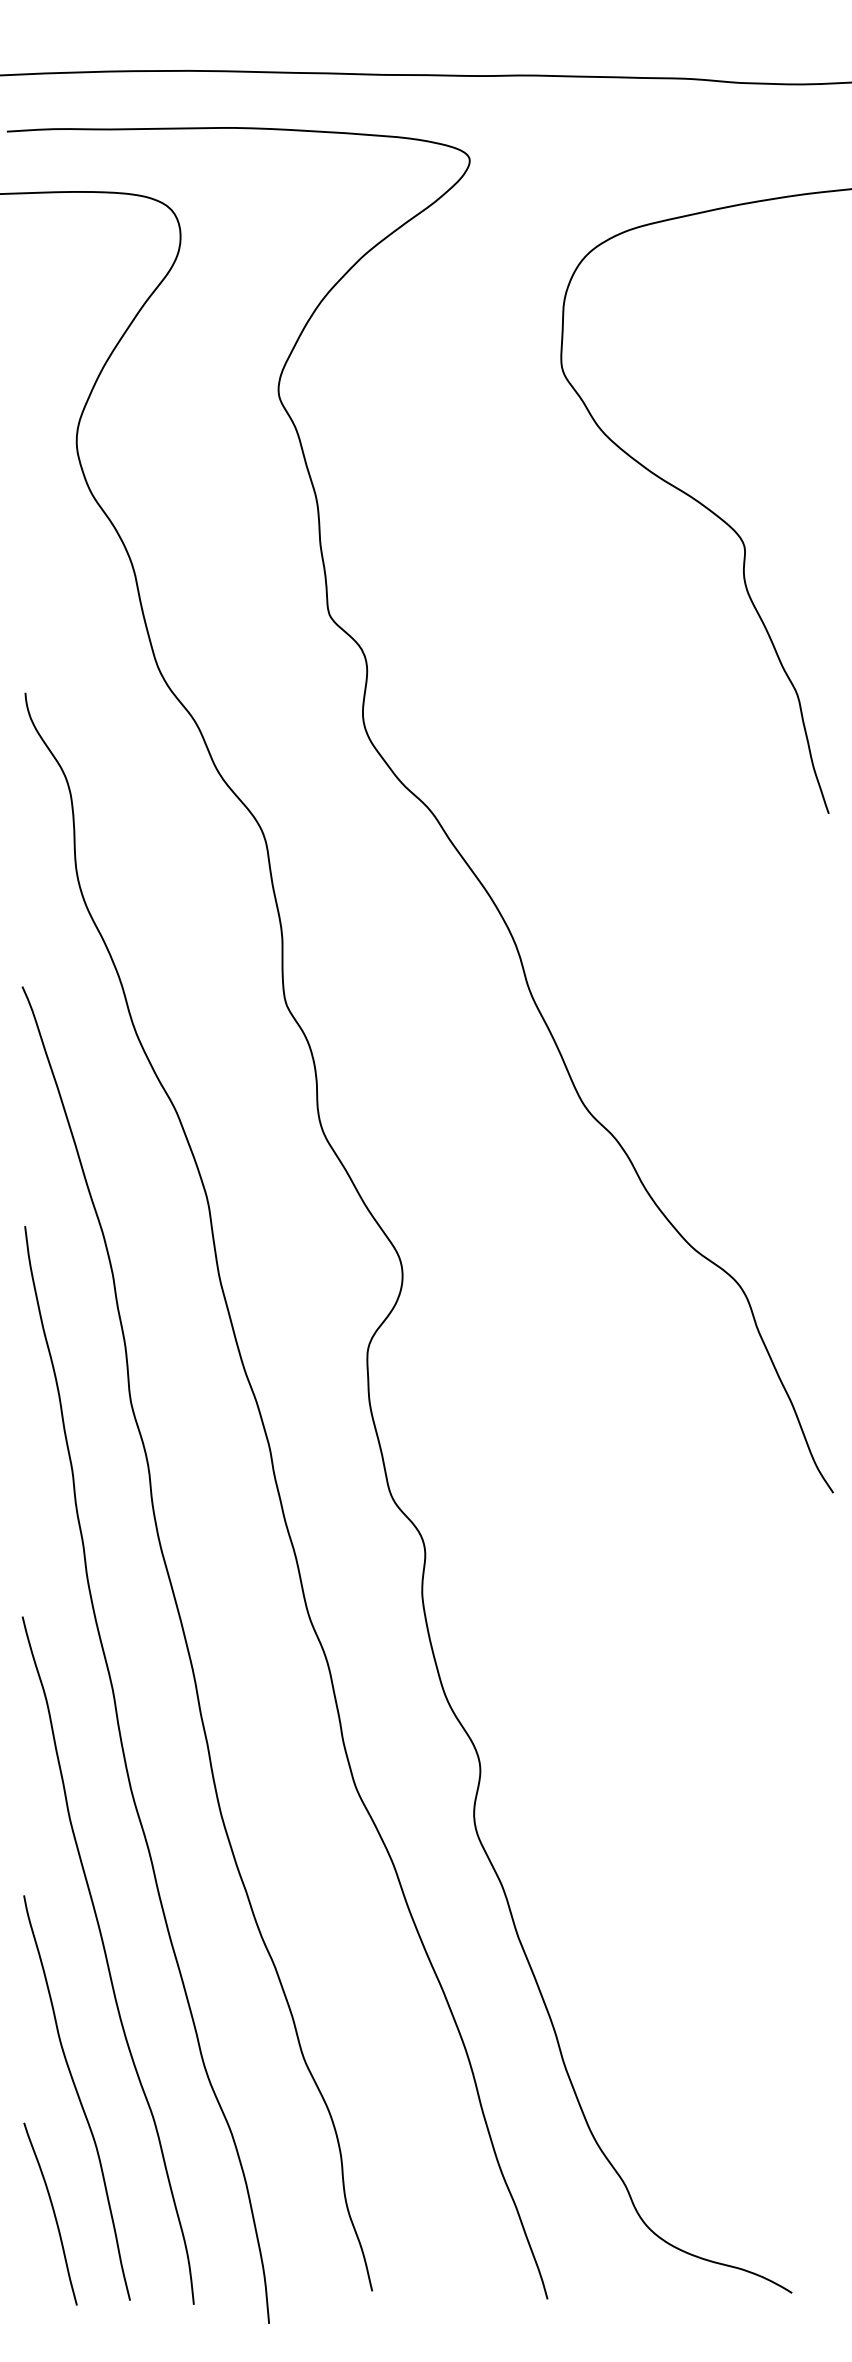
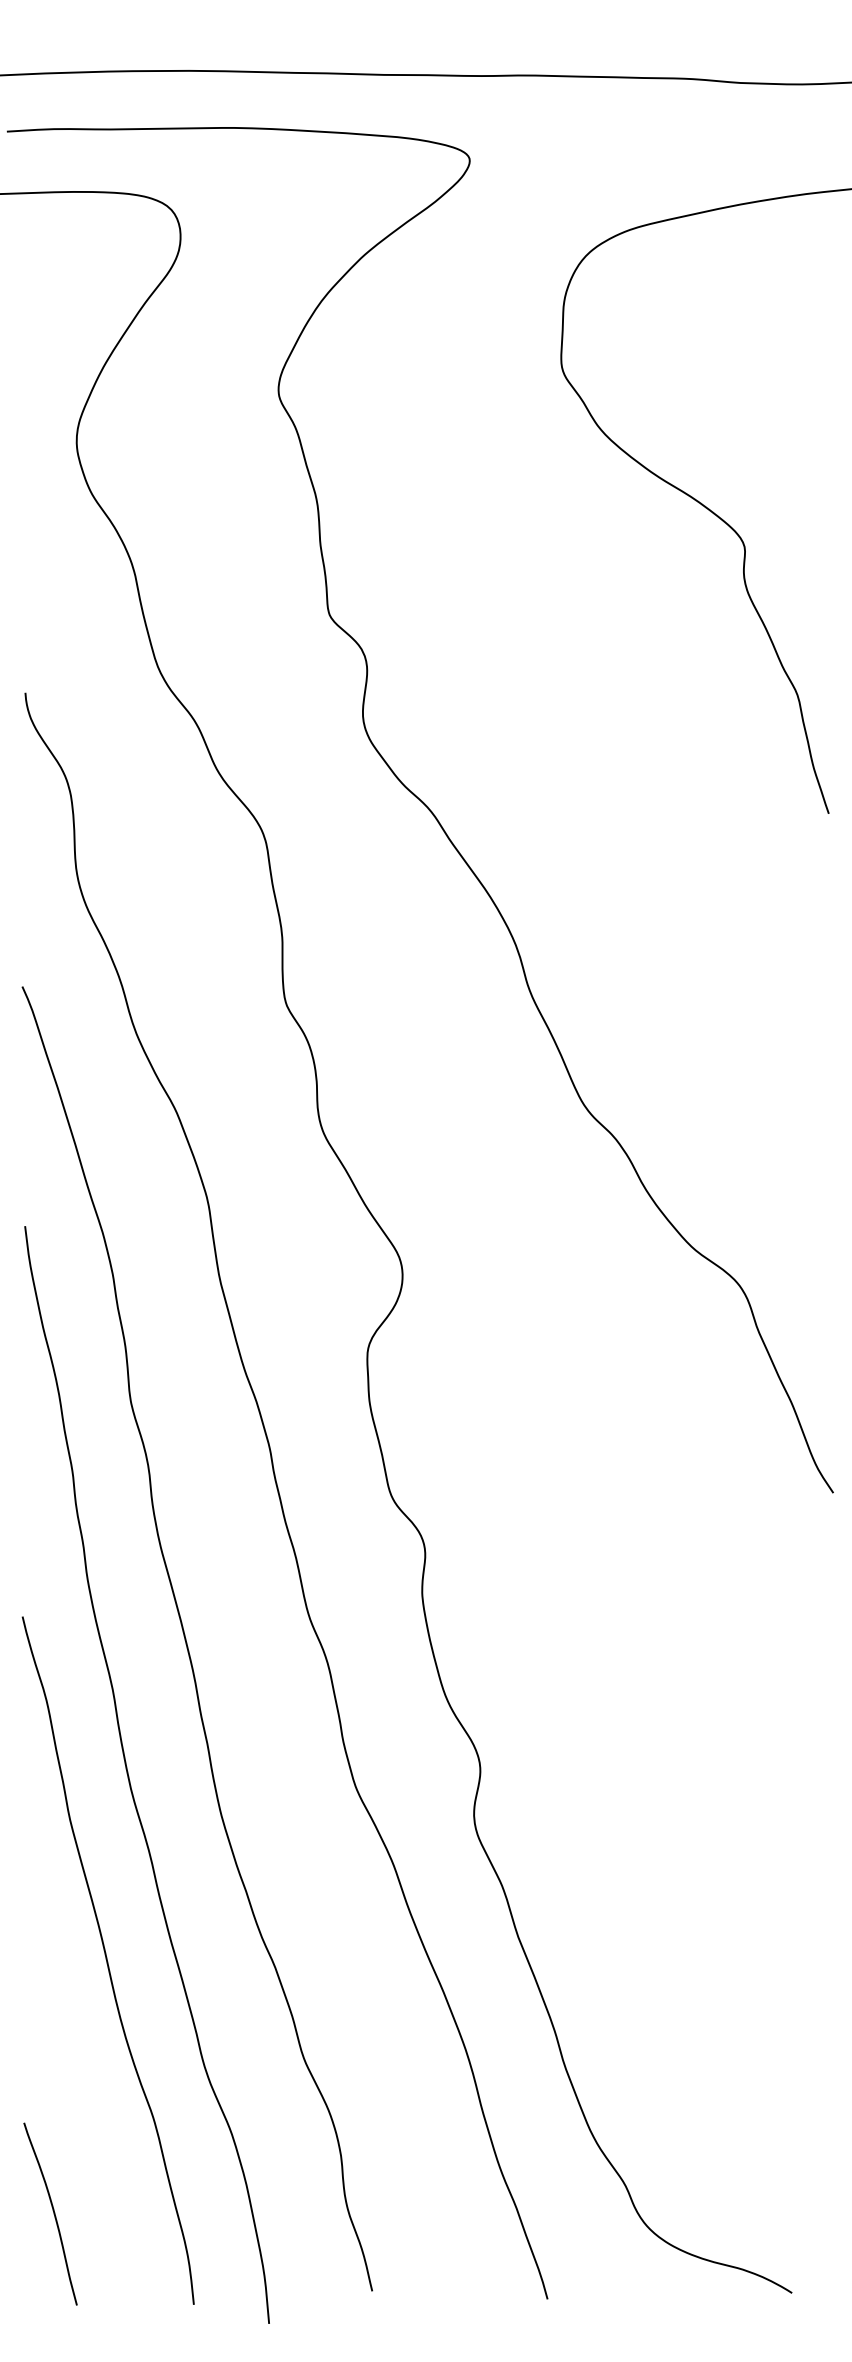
curve at (77, 2096): present -> none
